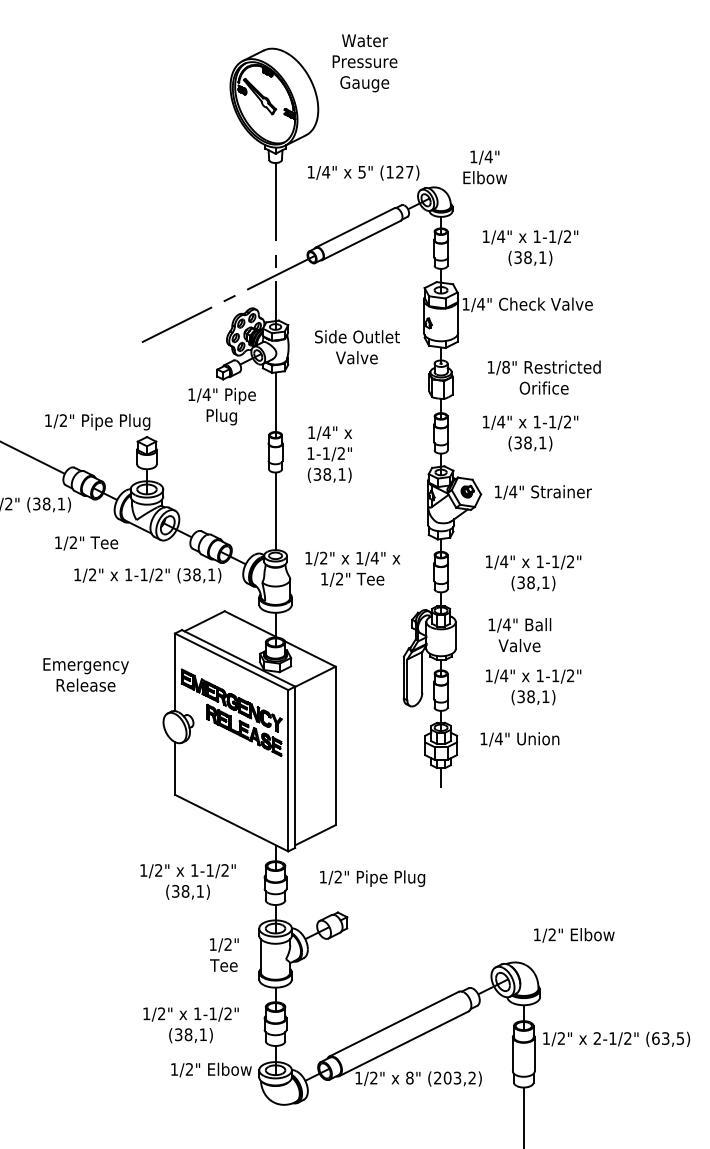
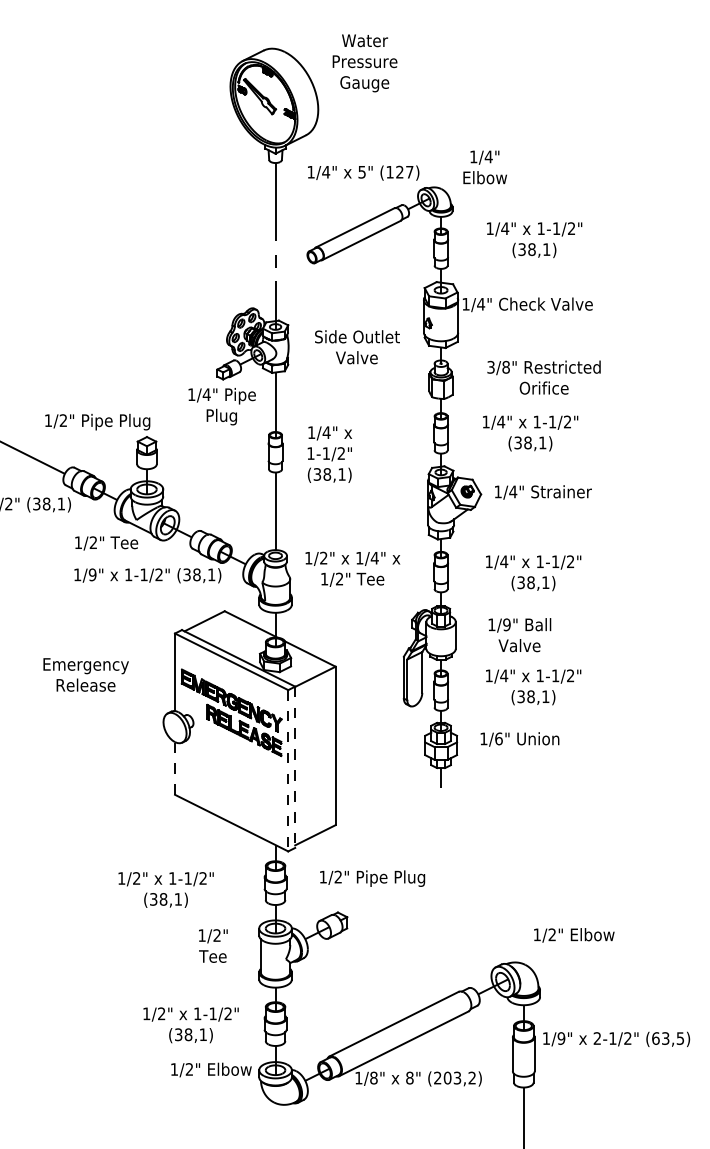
text at (530, 248) position: (530, 248) -> (534, 240)
line at (228, 298): present -> none
text at (490, 366): 1/8" -> 3/8"
text at (86, 543) position: (86, 543) -> (106, 543)
text at (92, 574): 1/2" -> 1/9"
text at (506, 624): 1/4" -> 1/9"
text at (498, 738): 1/4" -> 1/6"
line at (295, 767): solid -> dashed
line at (175, 768): solid -> dashed
line at (288, 770): solid -> dashed
text at (187, 881) position: (187, 881) -> (165, 889)
text at (224, 954) position: (224, 954) -> (213, 945)
text at (561, 1038): 1/2" -> 1/9"
text at (373, 1077): 1/2" -> 1/8"
